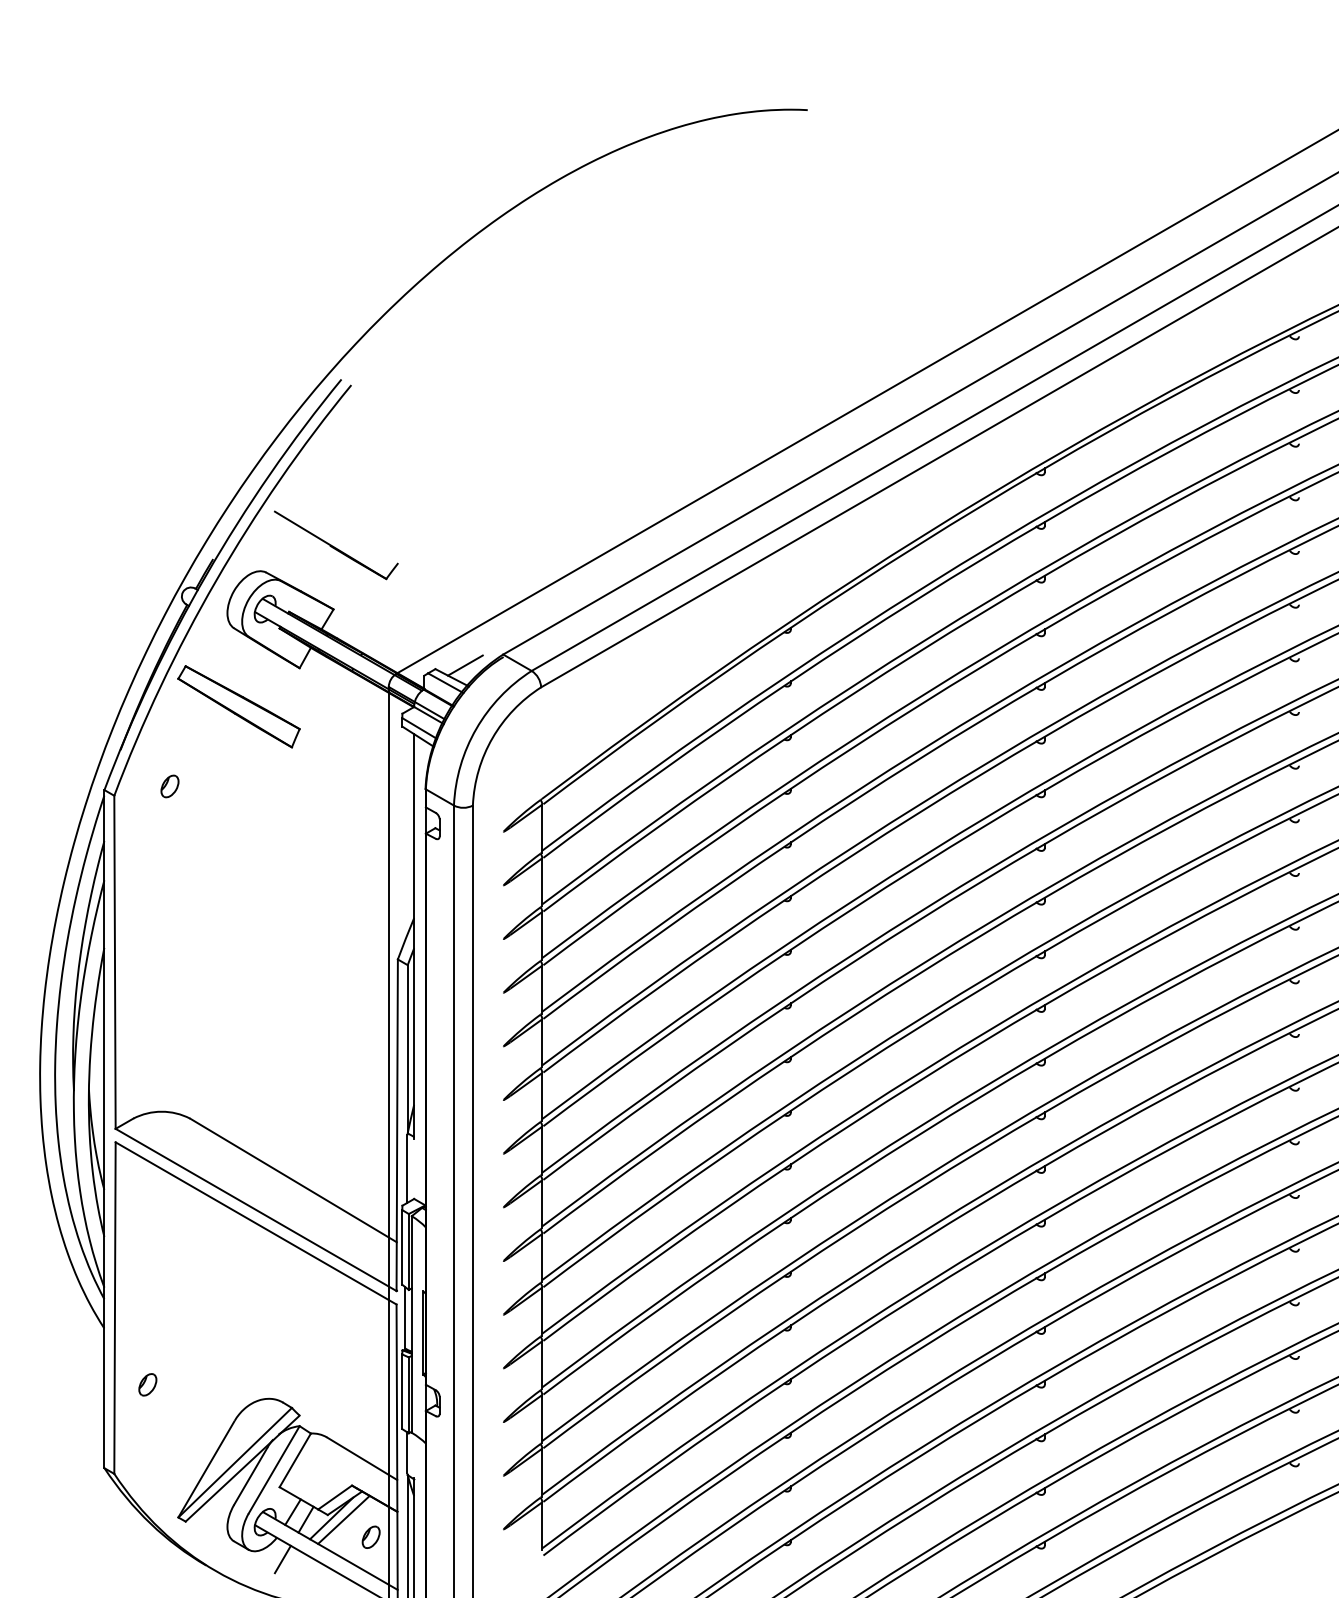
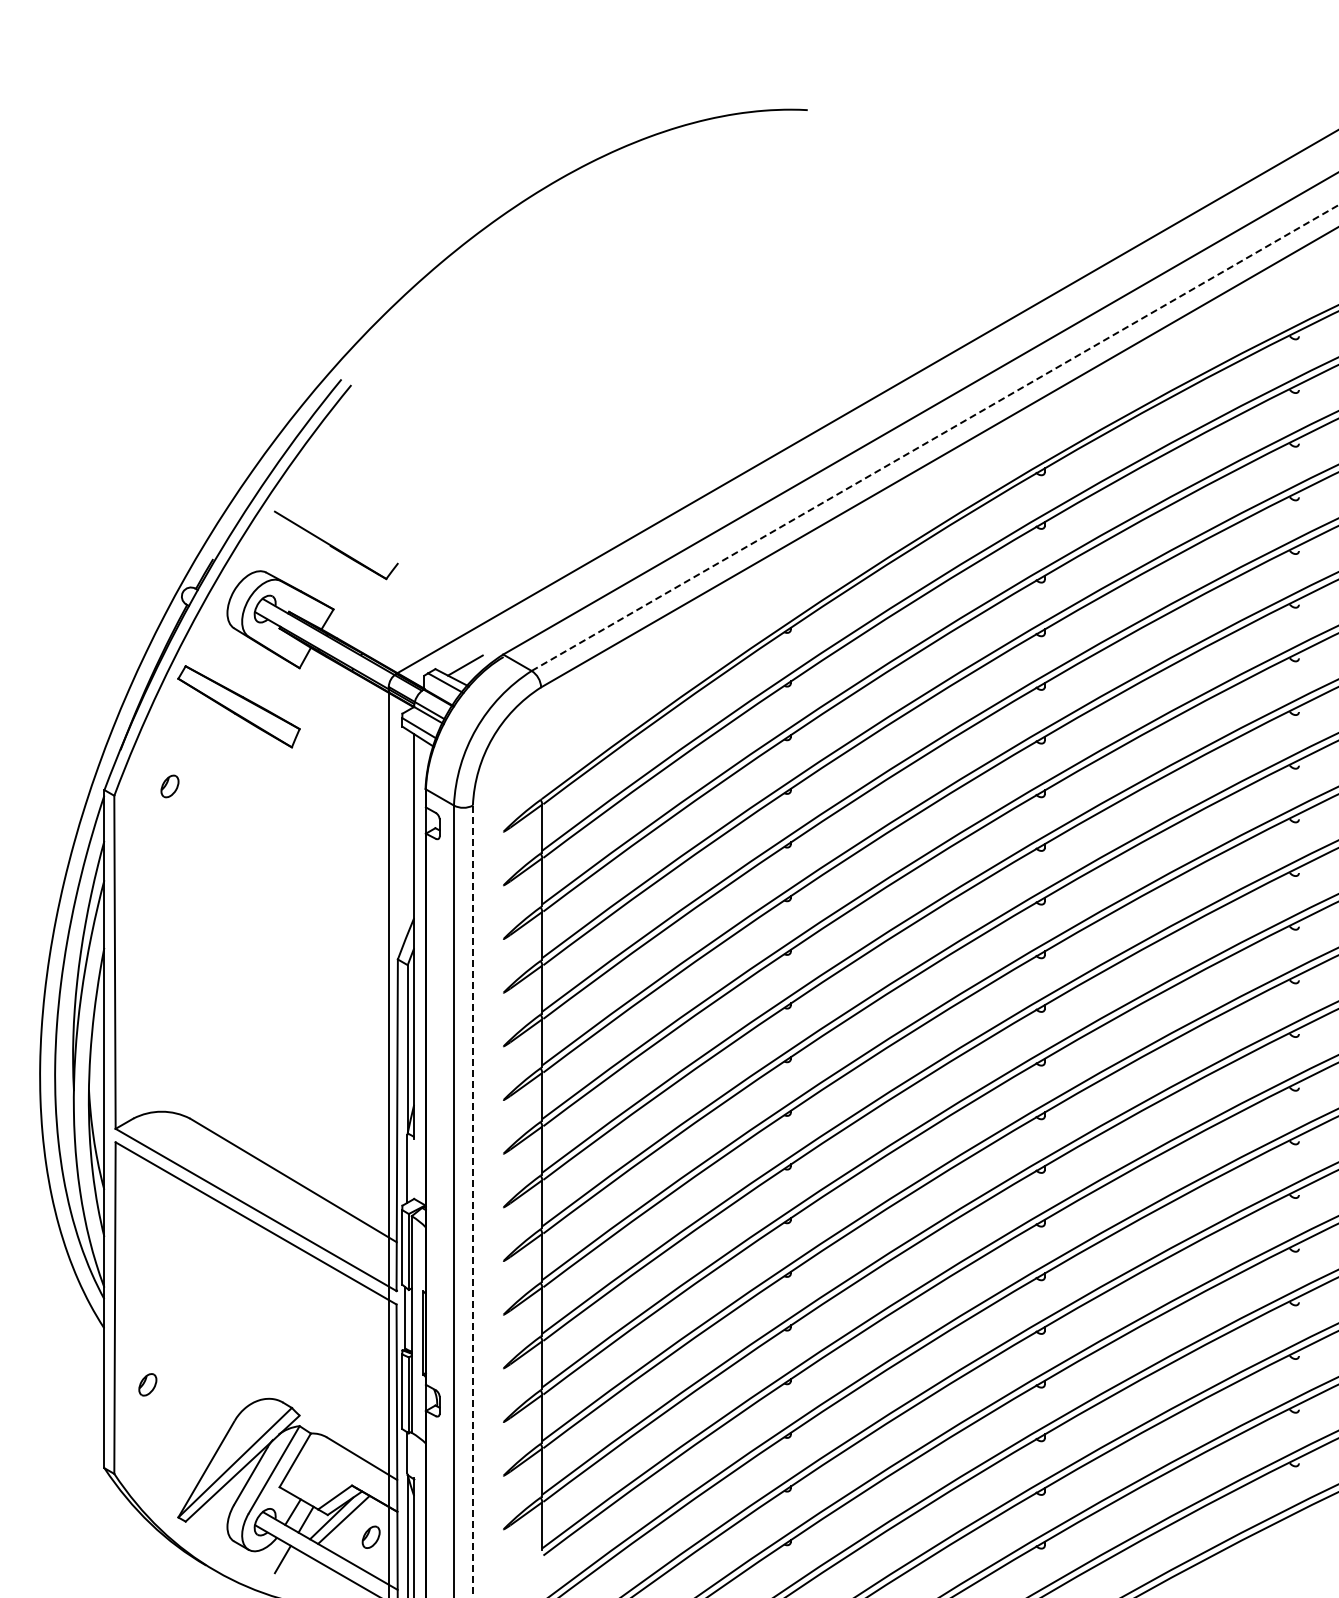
line at (935, 438): solid -> dashed
line at (472, 1201): solid -> dashed
